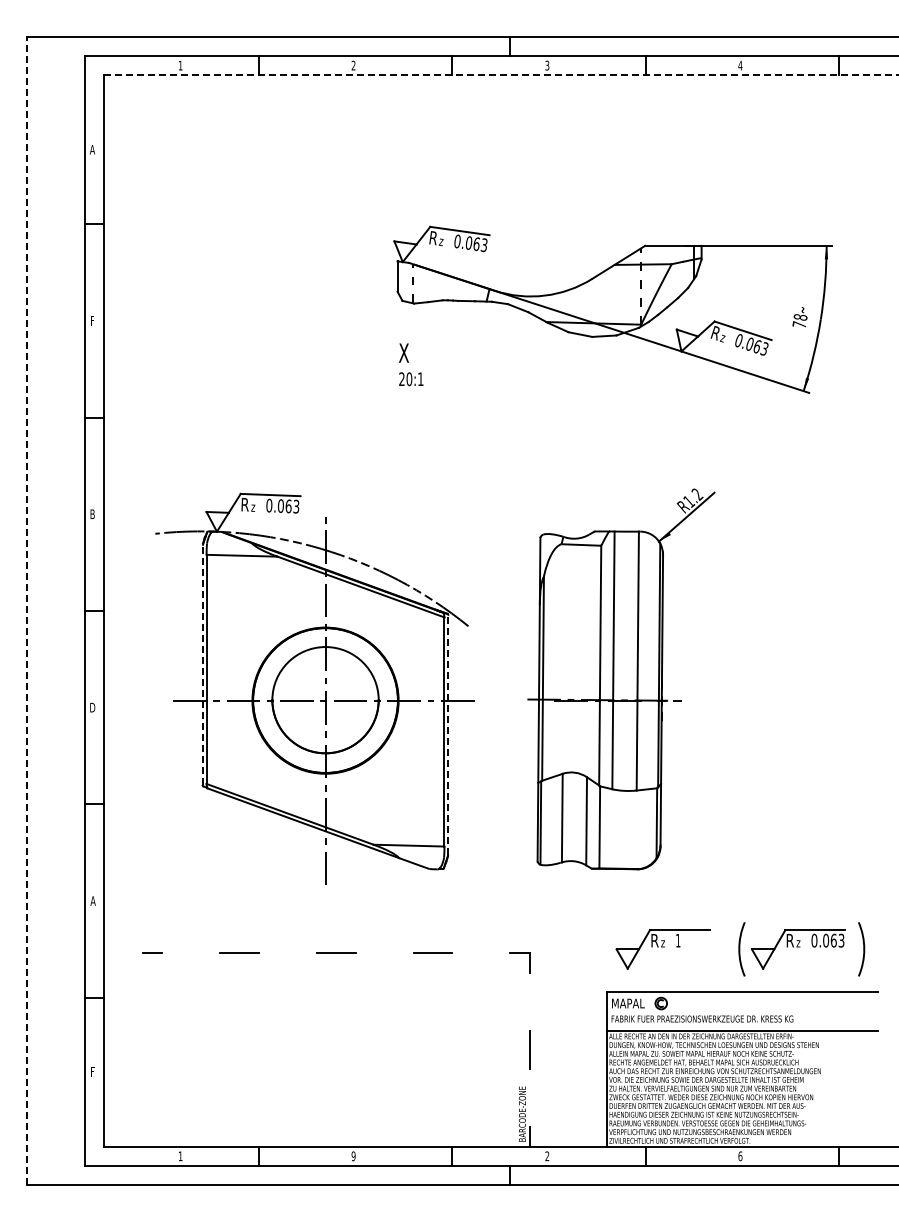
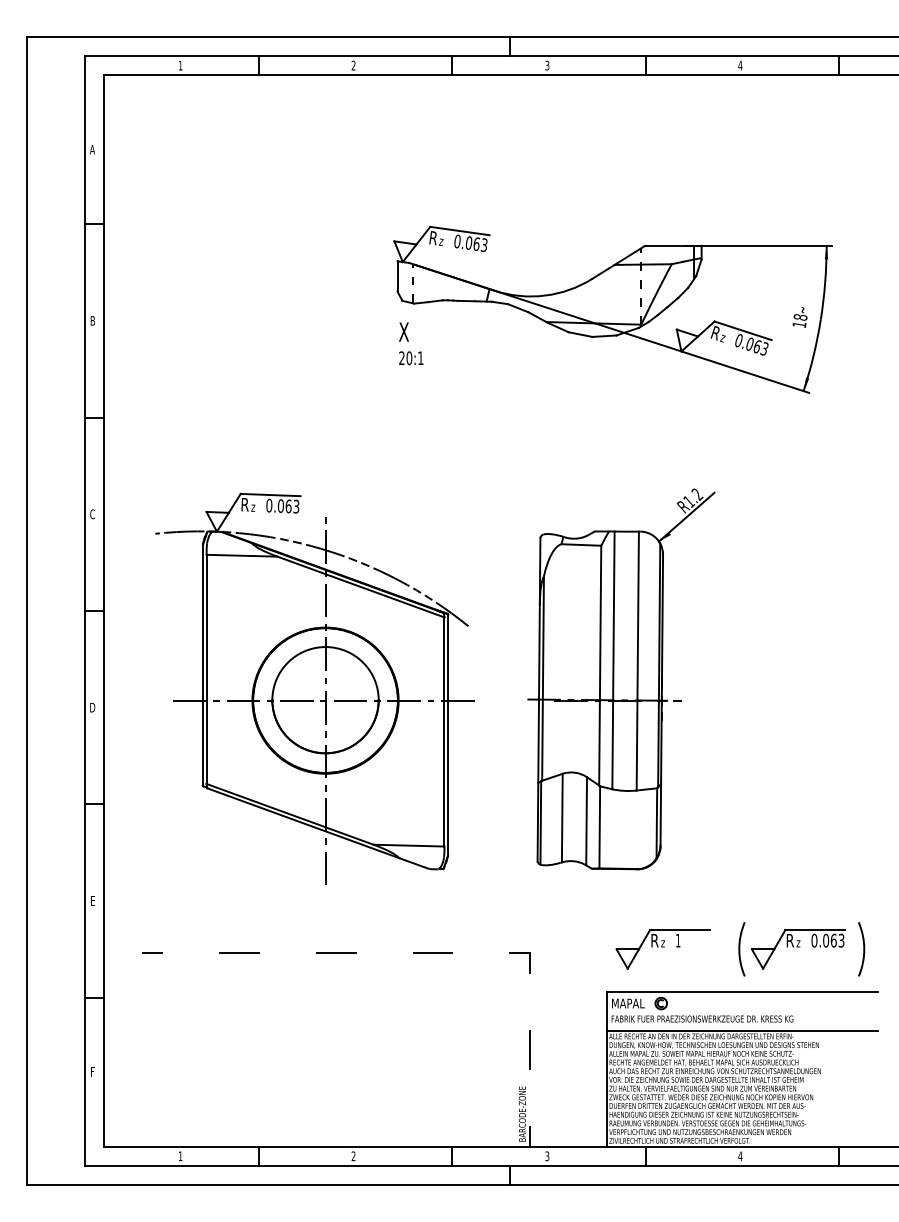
line at (501, 75): dashed -> solid
text at (92, 320): F -> B
text at (799, 324): 78 -> 18
text at (411, 364) position: (411, 364) -> (411, 343)
text at (92, 514): B -> C
line at (26, 610): dashed -> solid
line at (202, 664): dashed -> solid
line at (448, 734): dashed -> solid
text at (92, 900): A -> E
text at (353, 1156): 9 -> 2
text at (547, 1156): 2 -> 3
text at (740, 1156): 6 -> 4
